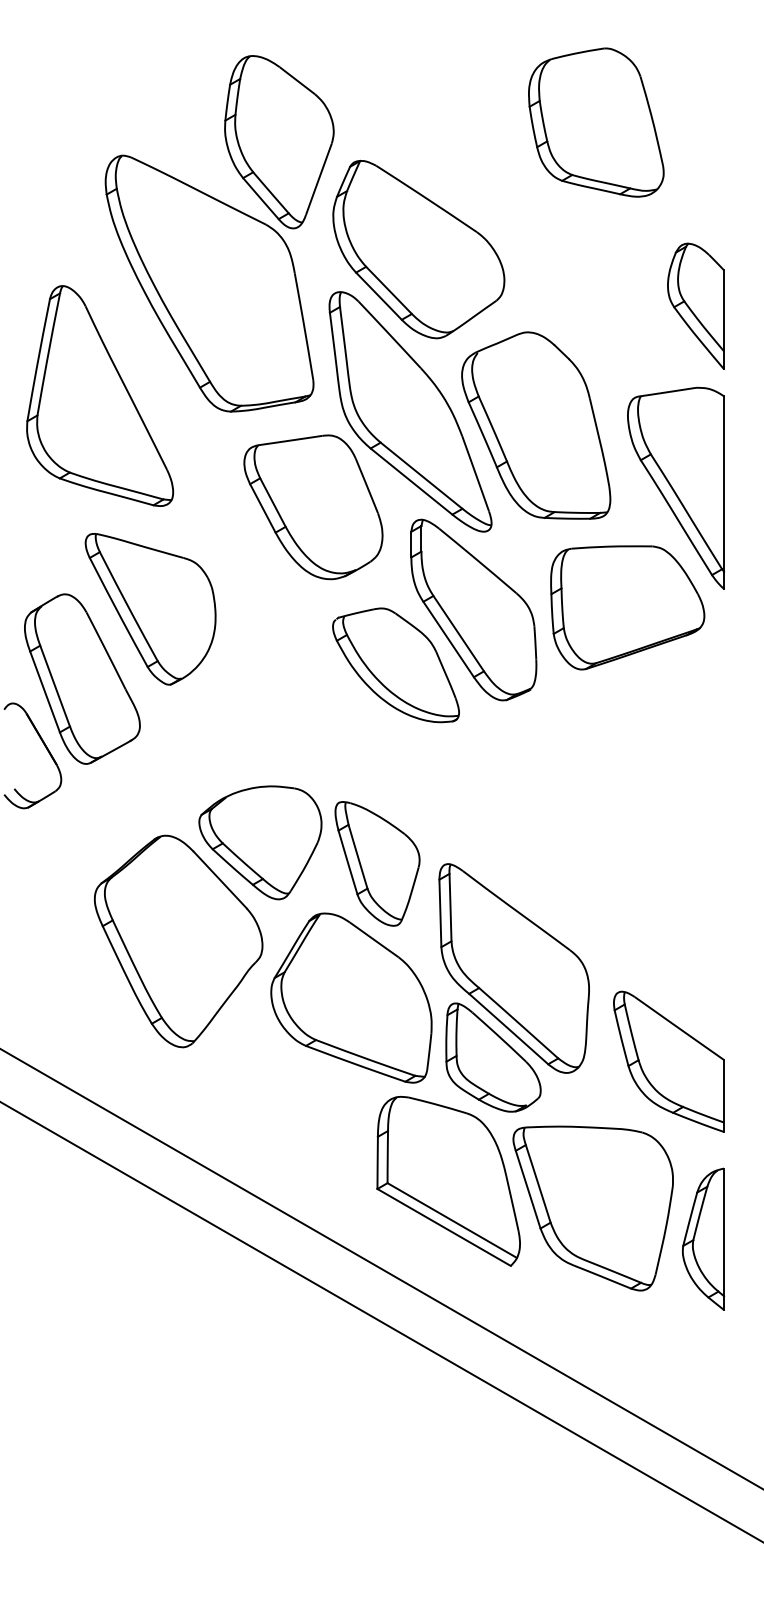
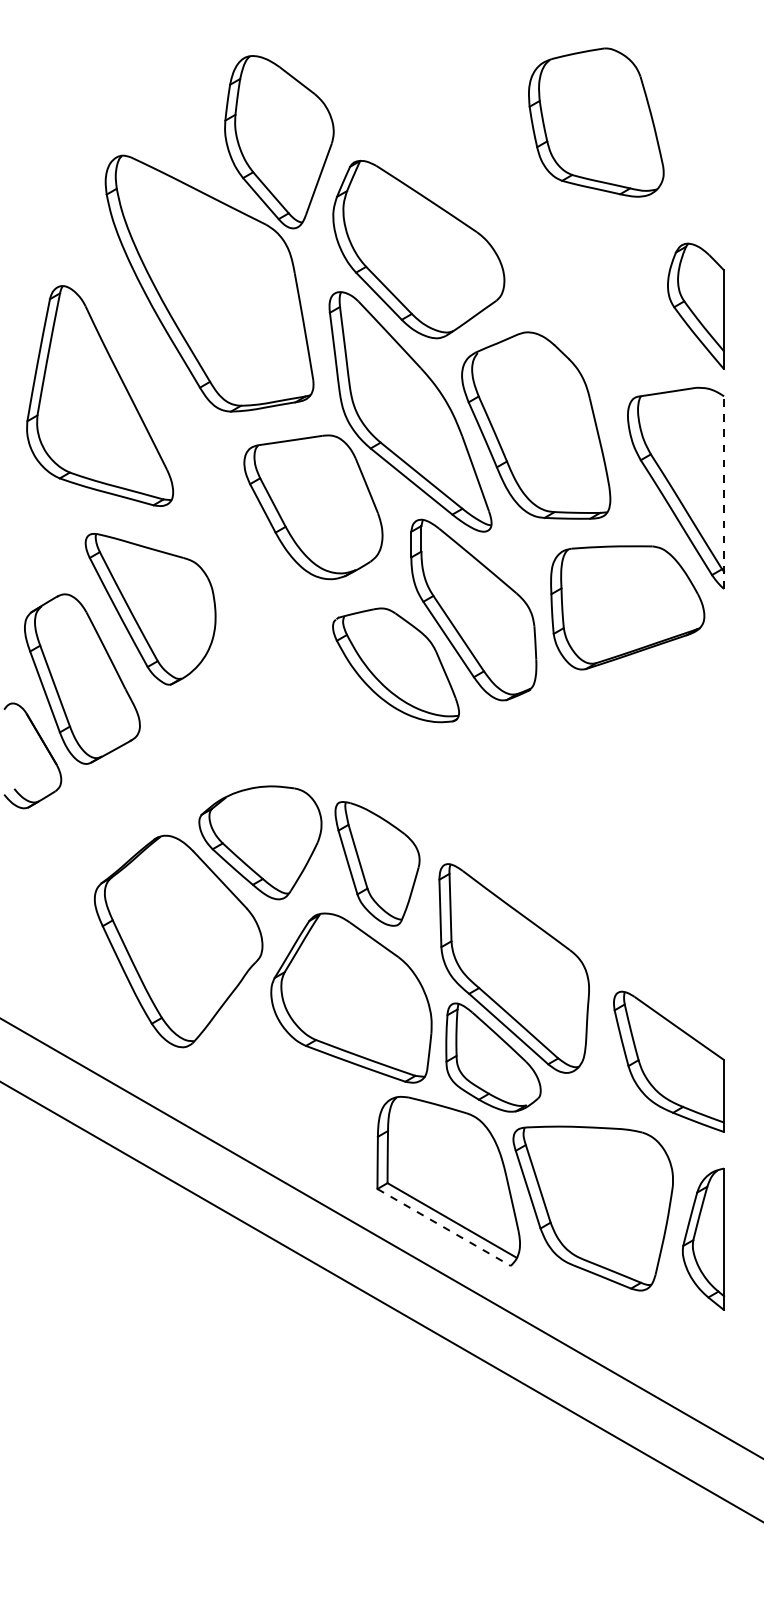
line at (724, 492): solid -> dashed
line at (444, 1227): solid -> dashed
line at (381, 1269) position: (381, 1269) -> (381, 1238)
line at (381, 1321) position: (381, 1321) -> (381, 1301)
